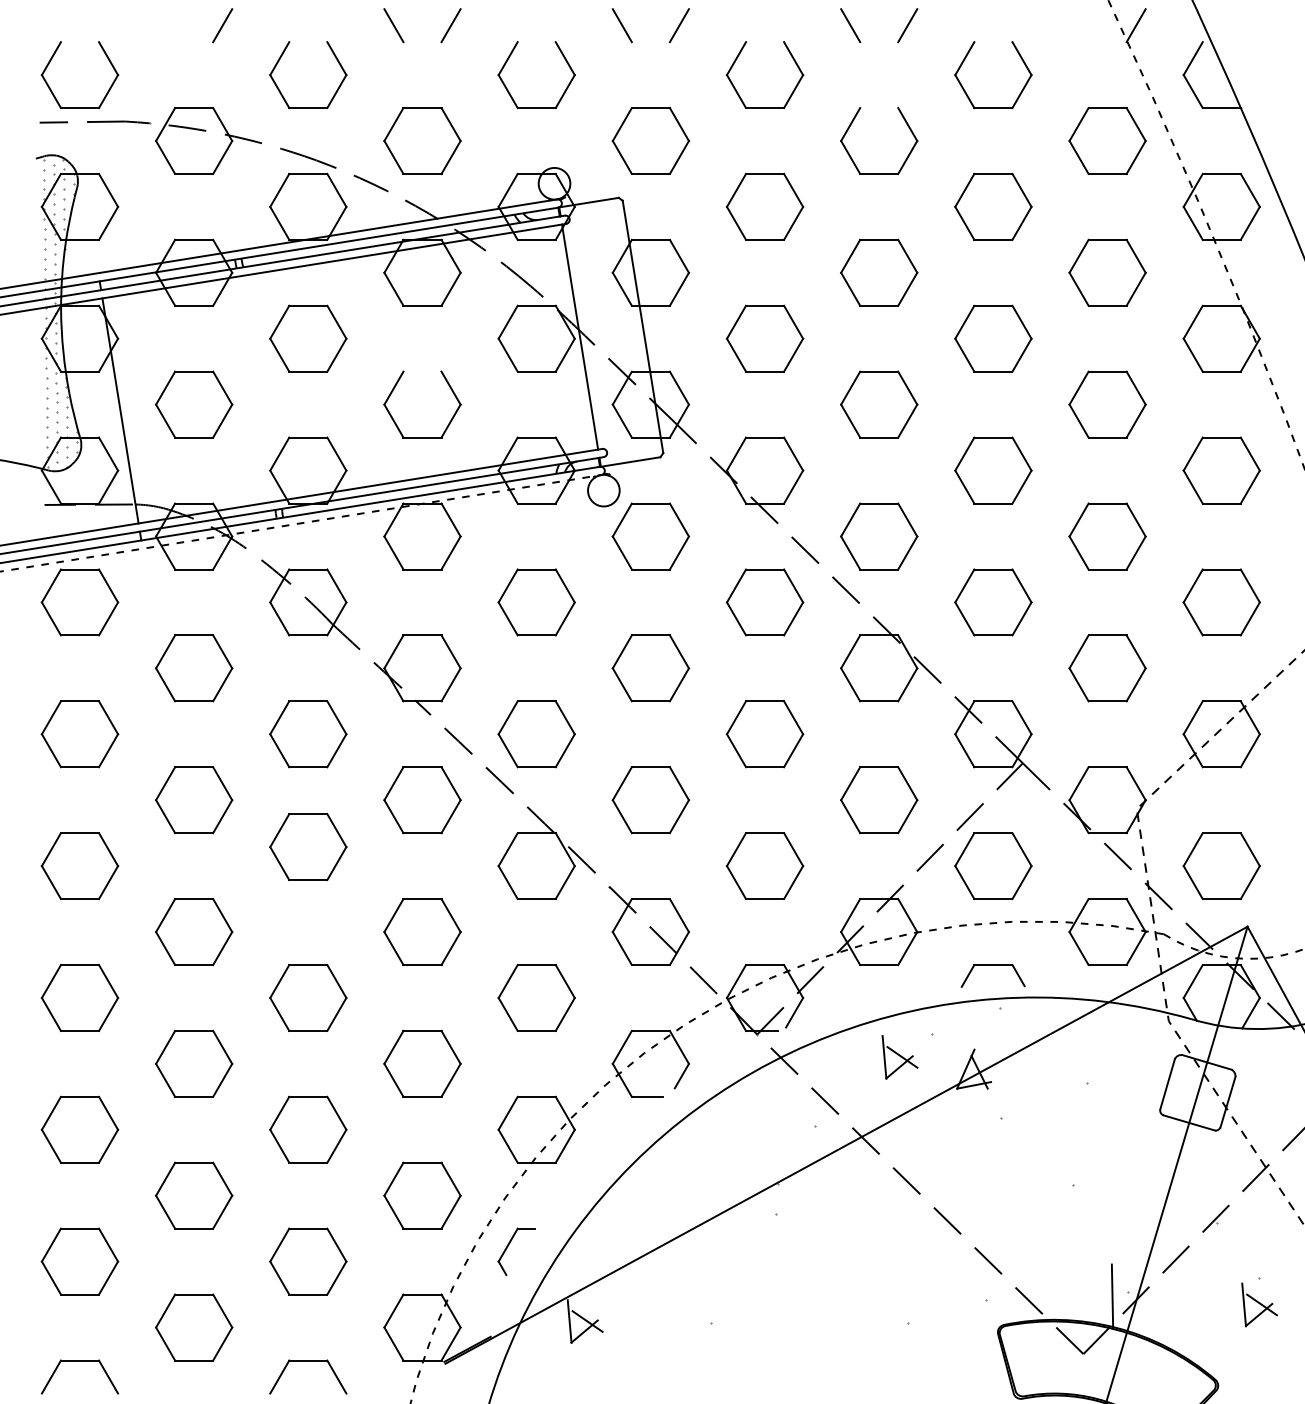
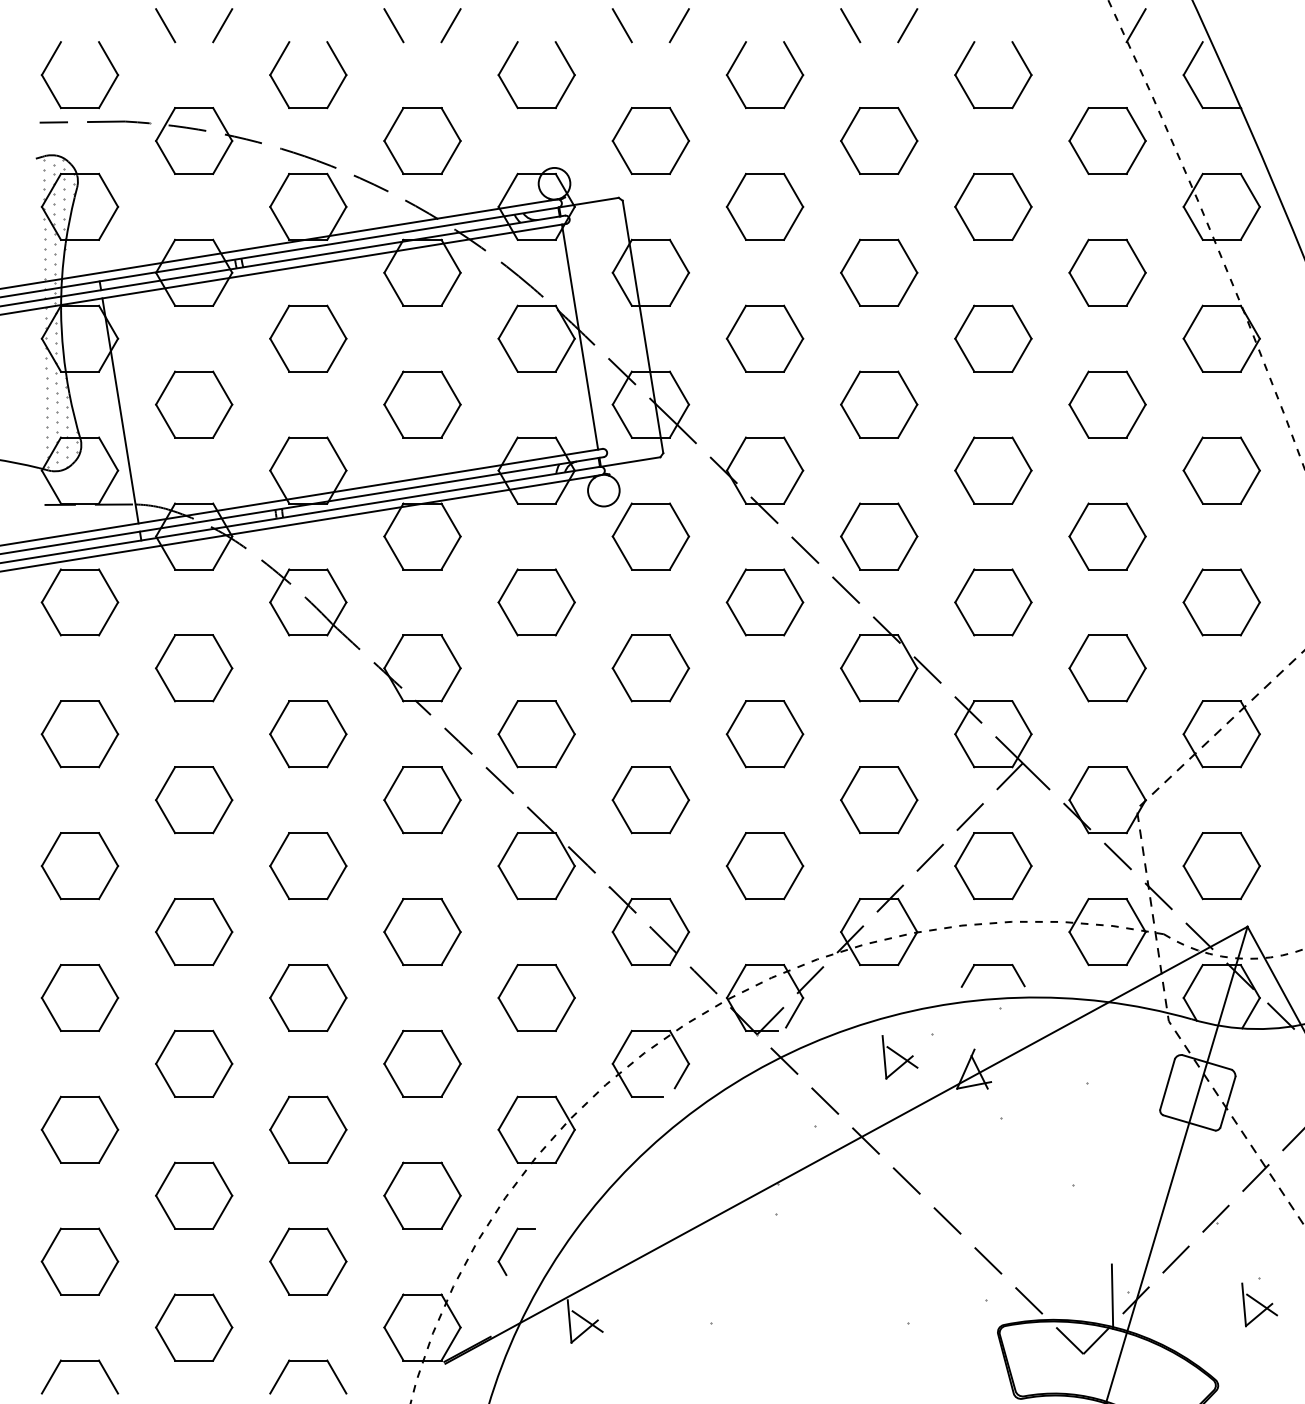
line at (165, 25): none -> present
line at (879, 108): none -> present
line at (422, 371): none -> present
line at (301, 523): dashed -> solid
part at (308, 847) position: (308, 847) -> (308, 866)
